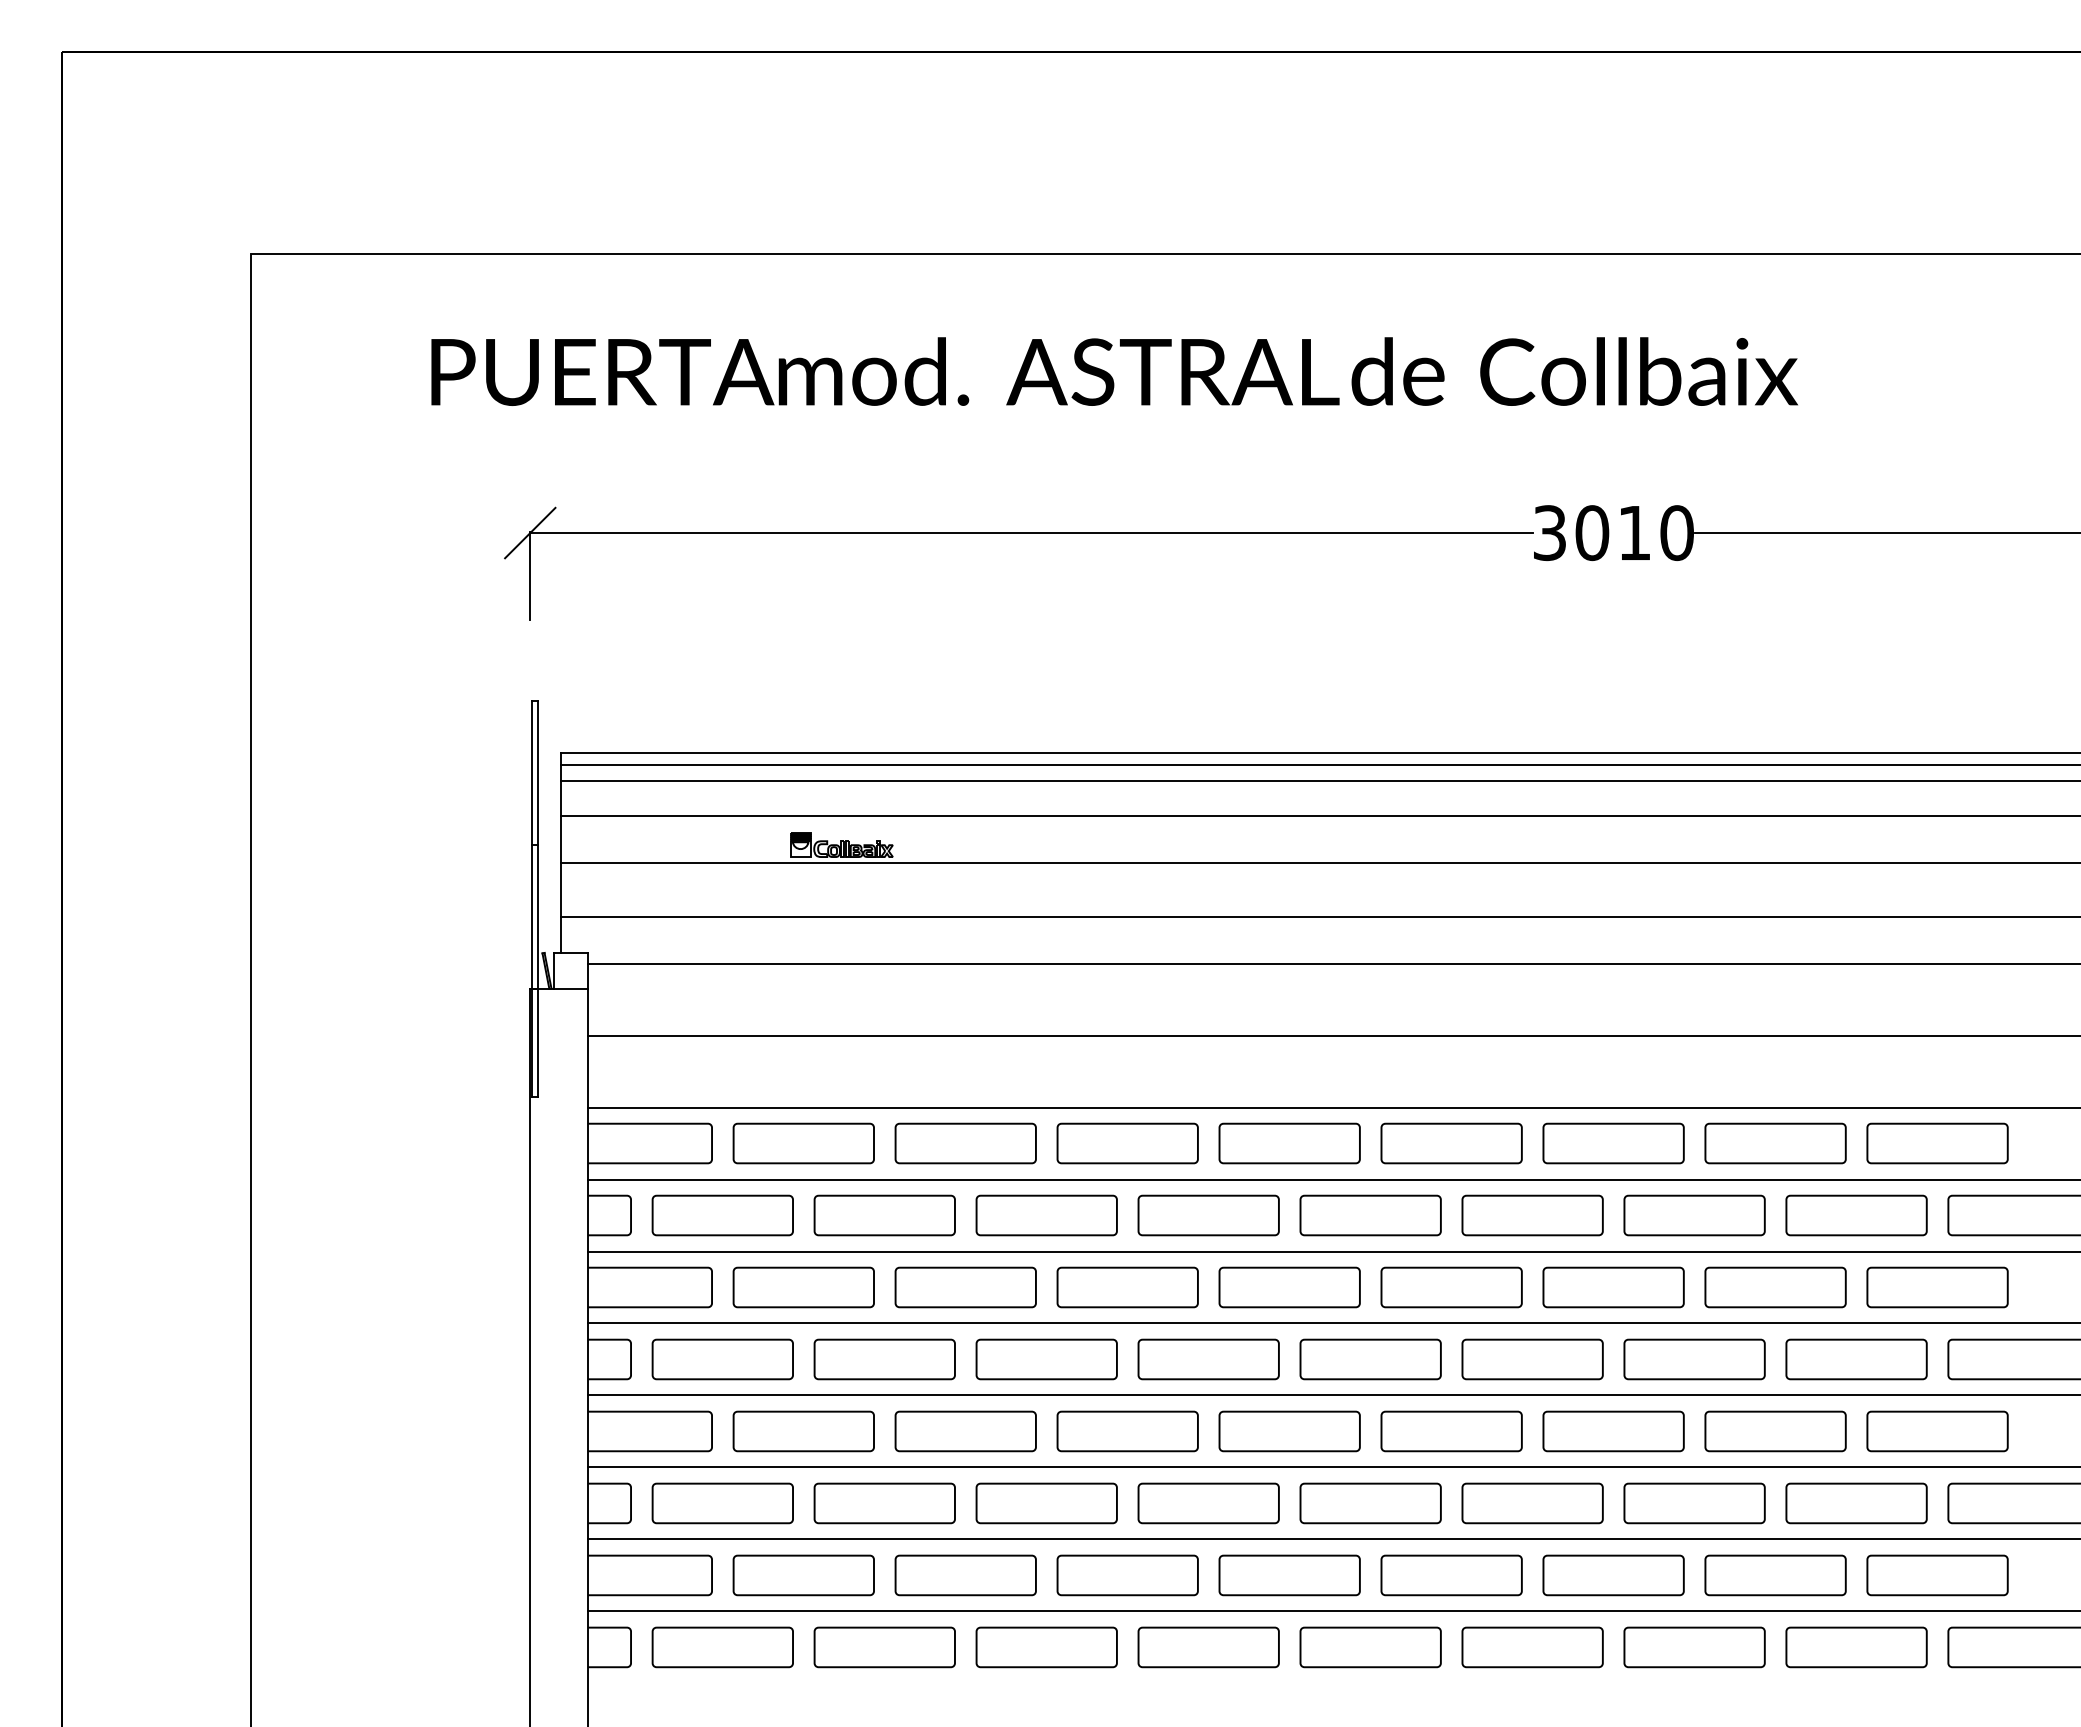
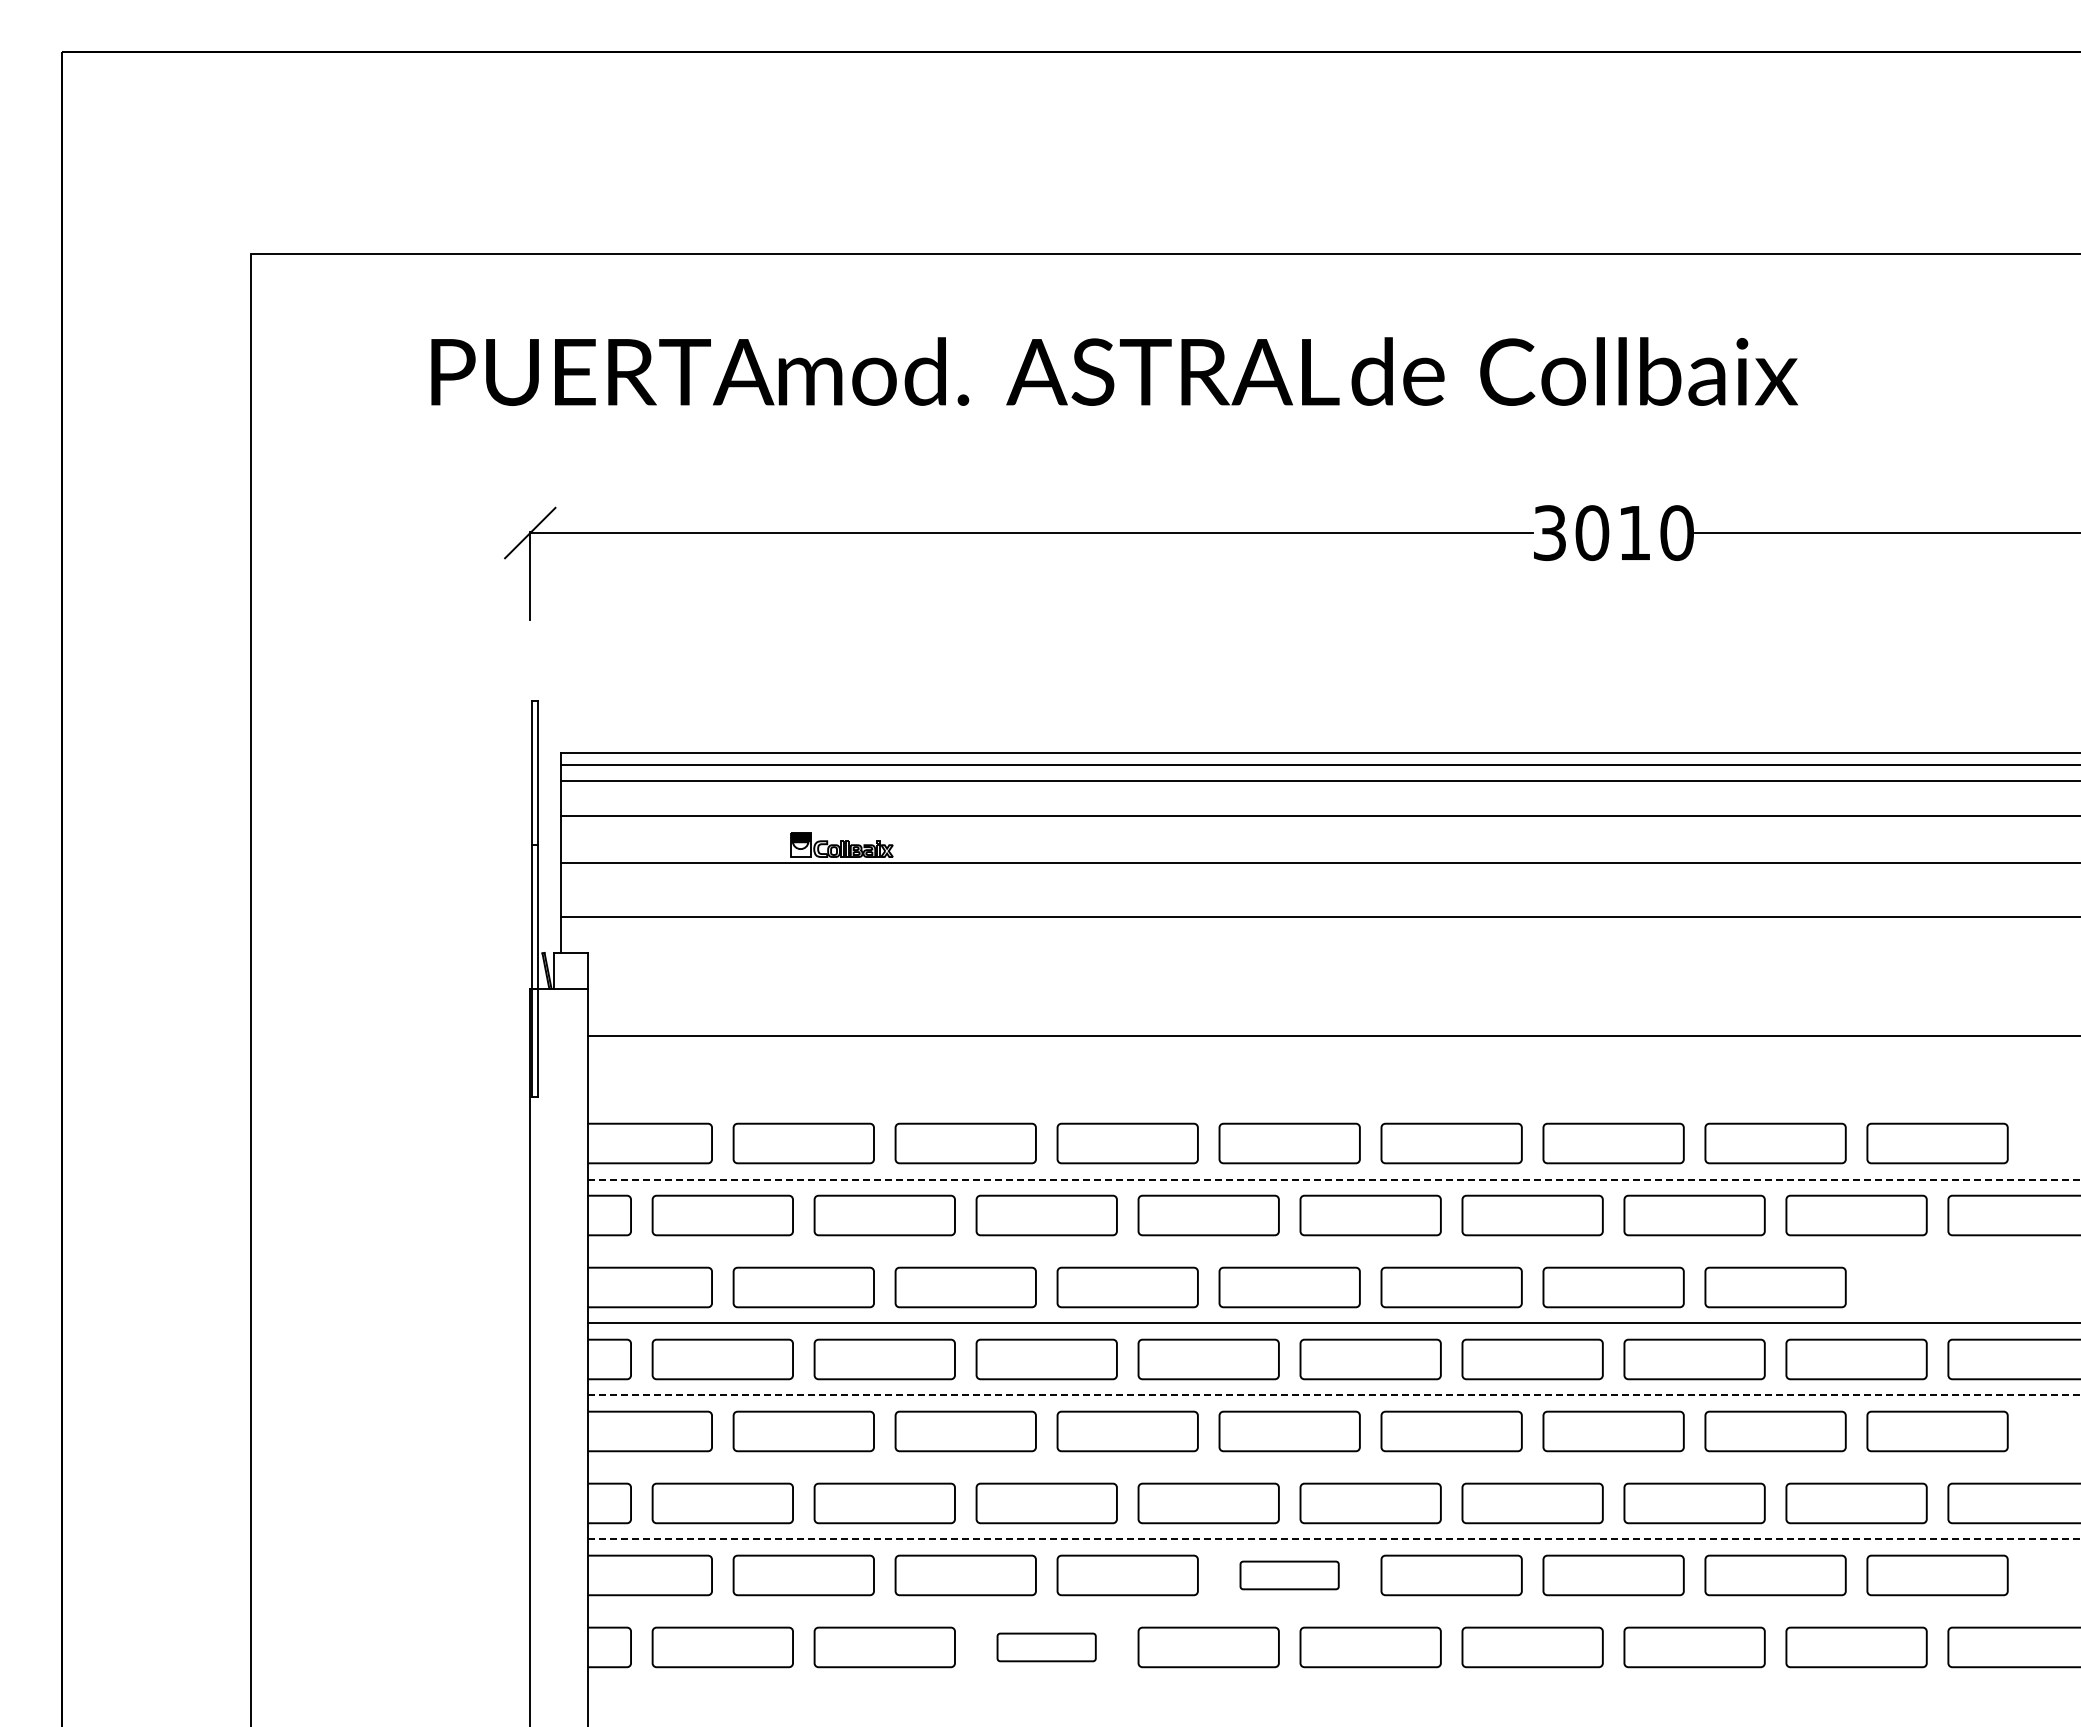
line at (1332, 963): present -> none
line at (1332, 1107): present -> none
line at (1334, 1179): solid -> dashed
line at (1332, 1251): present -> none
part at (1937, 1287): present -> none
line at (1334, 1395): solid -> dashed
line at (1332, 1467): present -> none
line at (1334, 1539): solid -> dashed
part at (1289, 1575) size: 143x43 px -> 101x31 px
line at (1332, 1611): present -> none
part at (1046, 1647) size: 143x43 px -> 101x31 px
